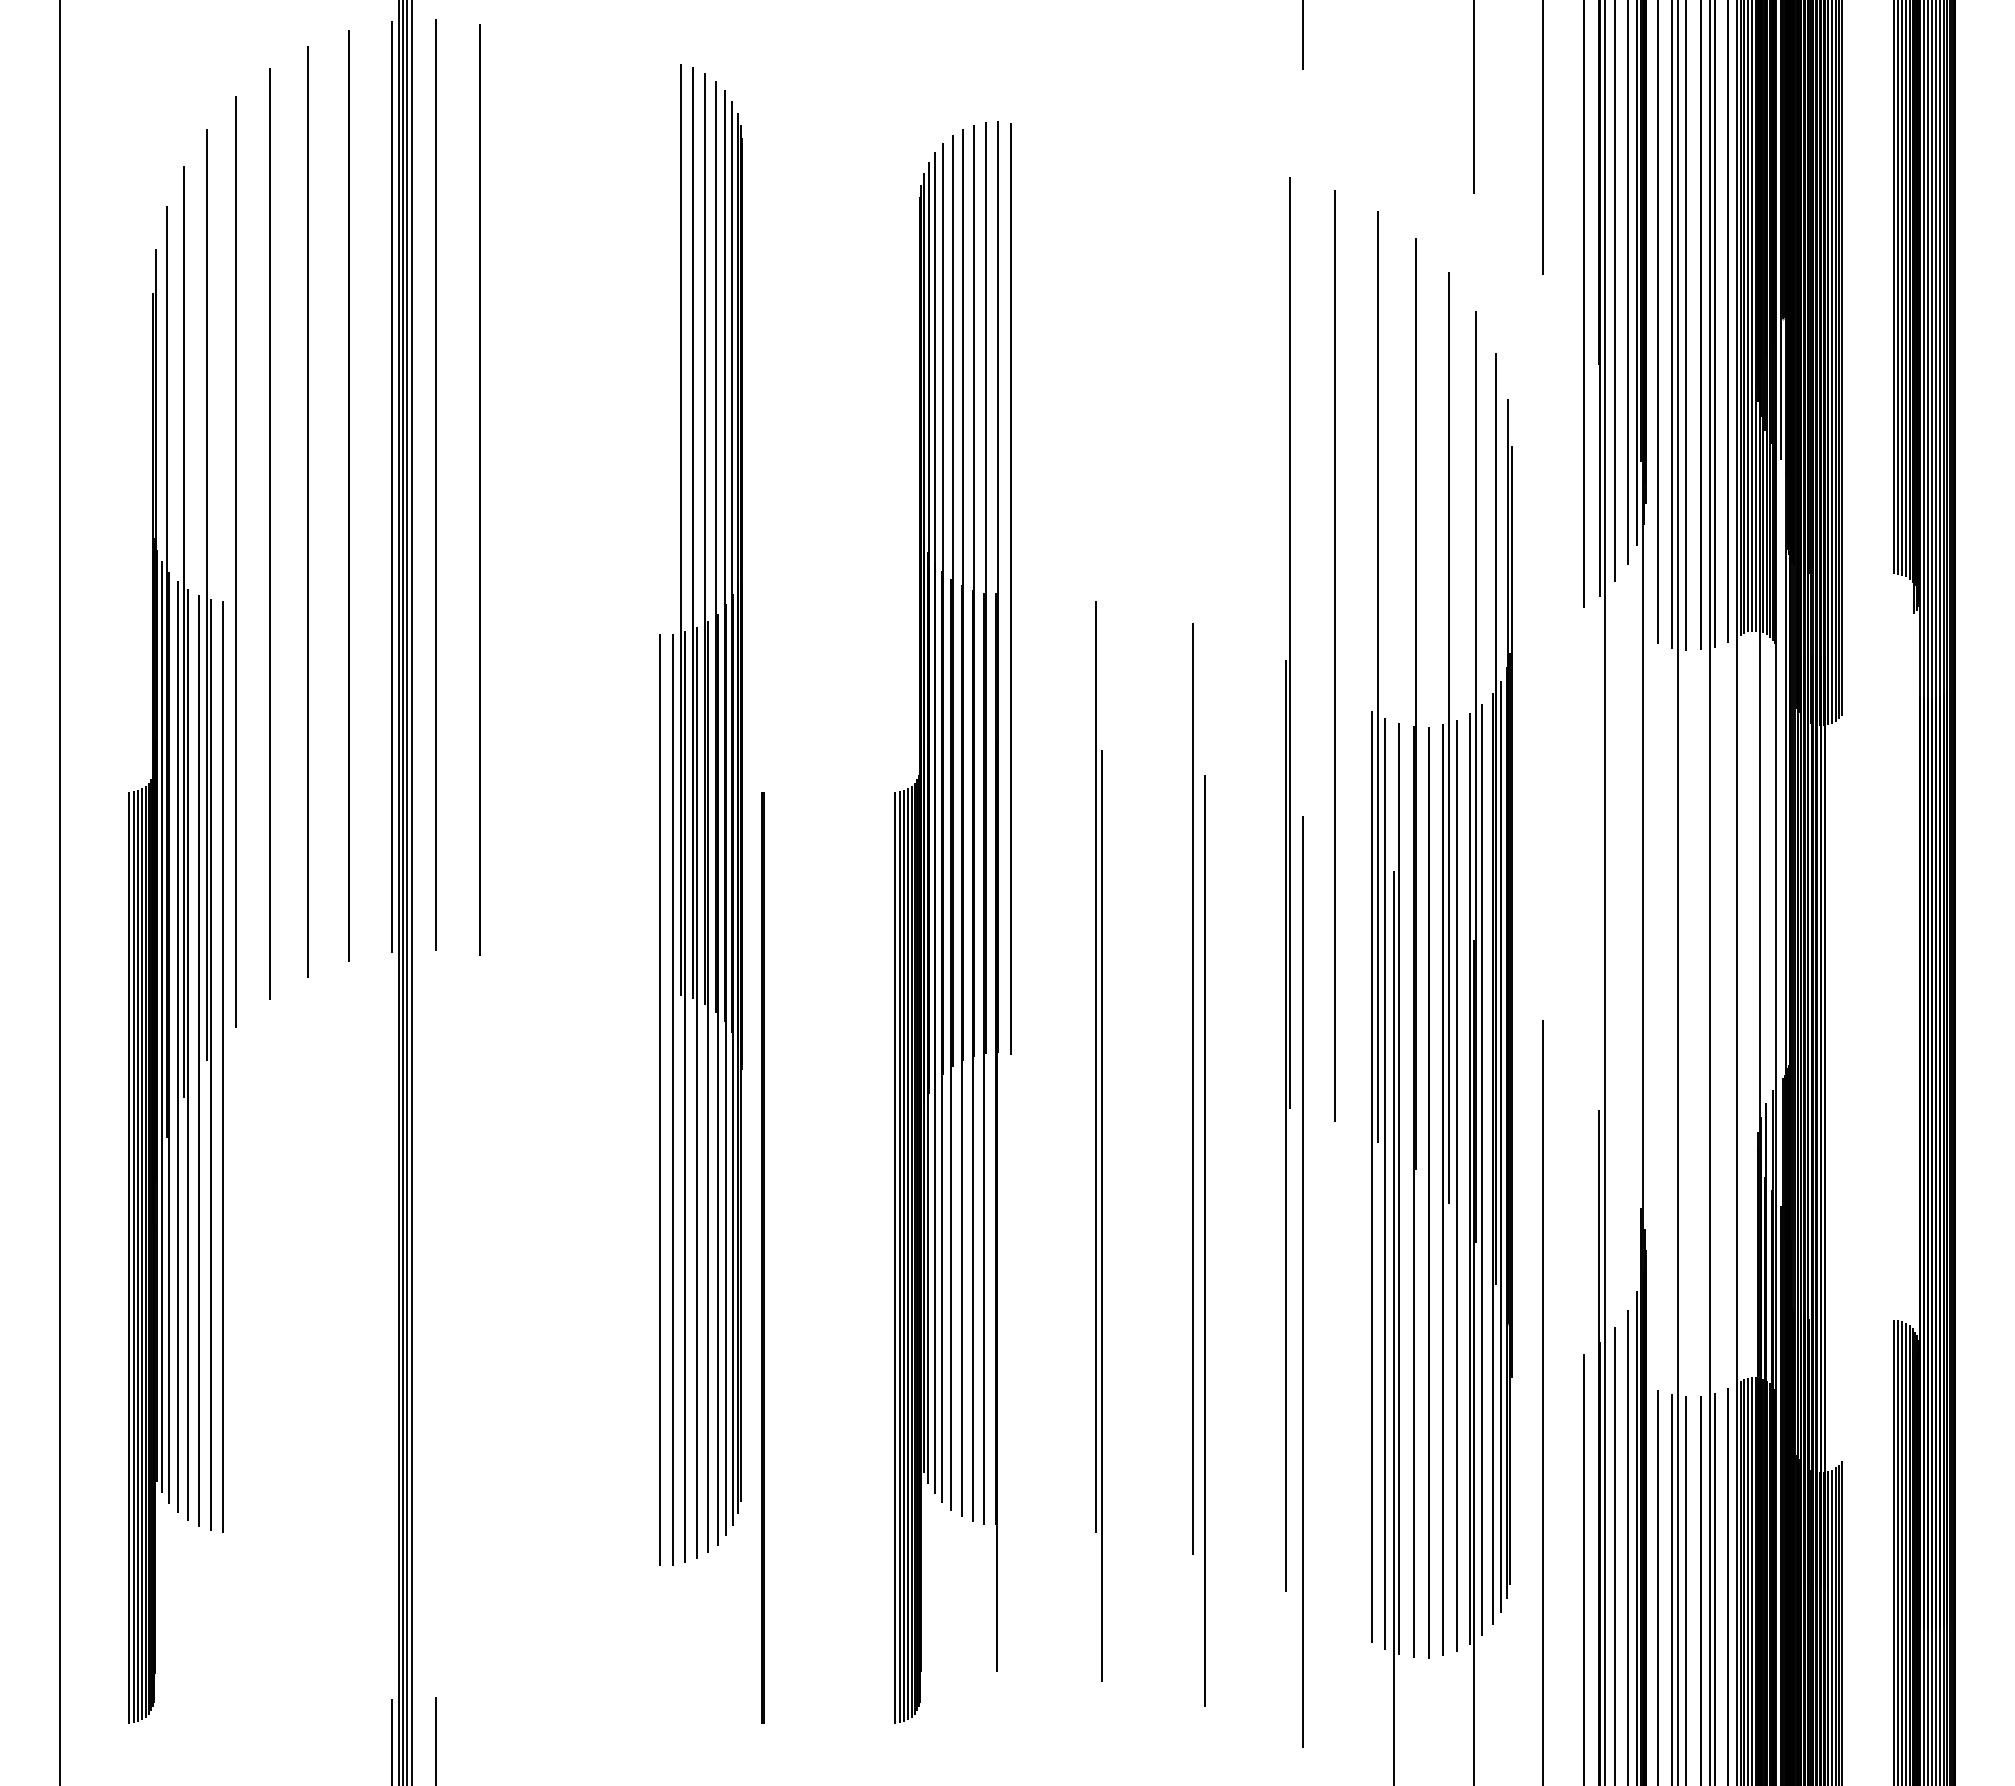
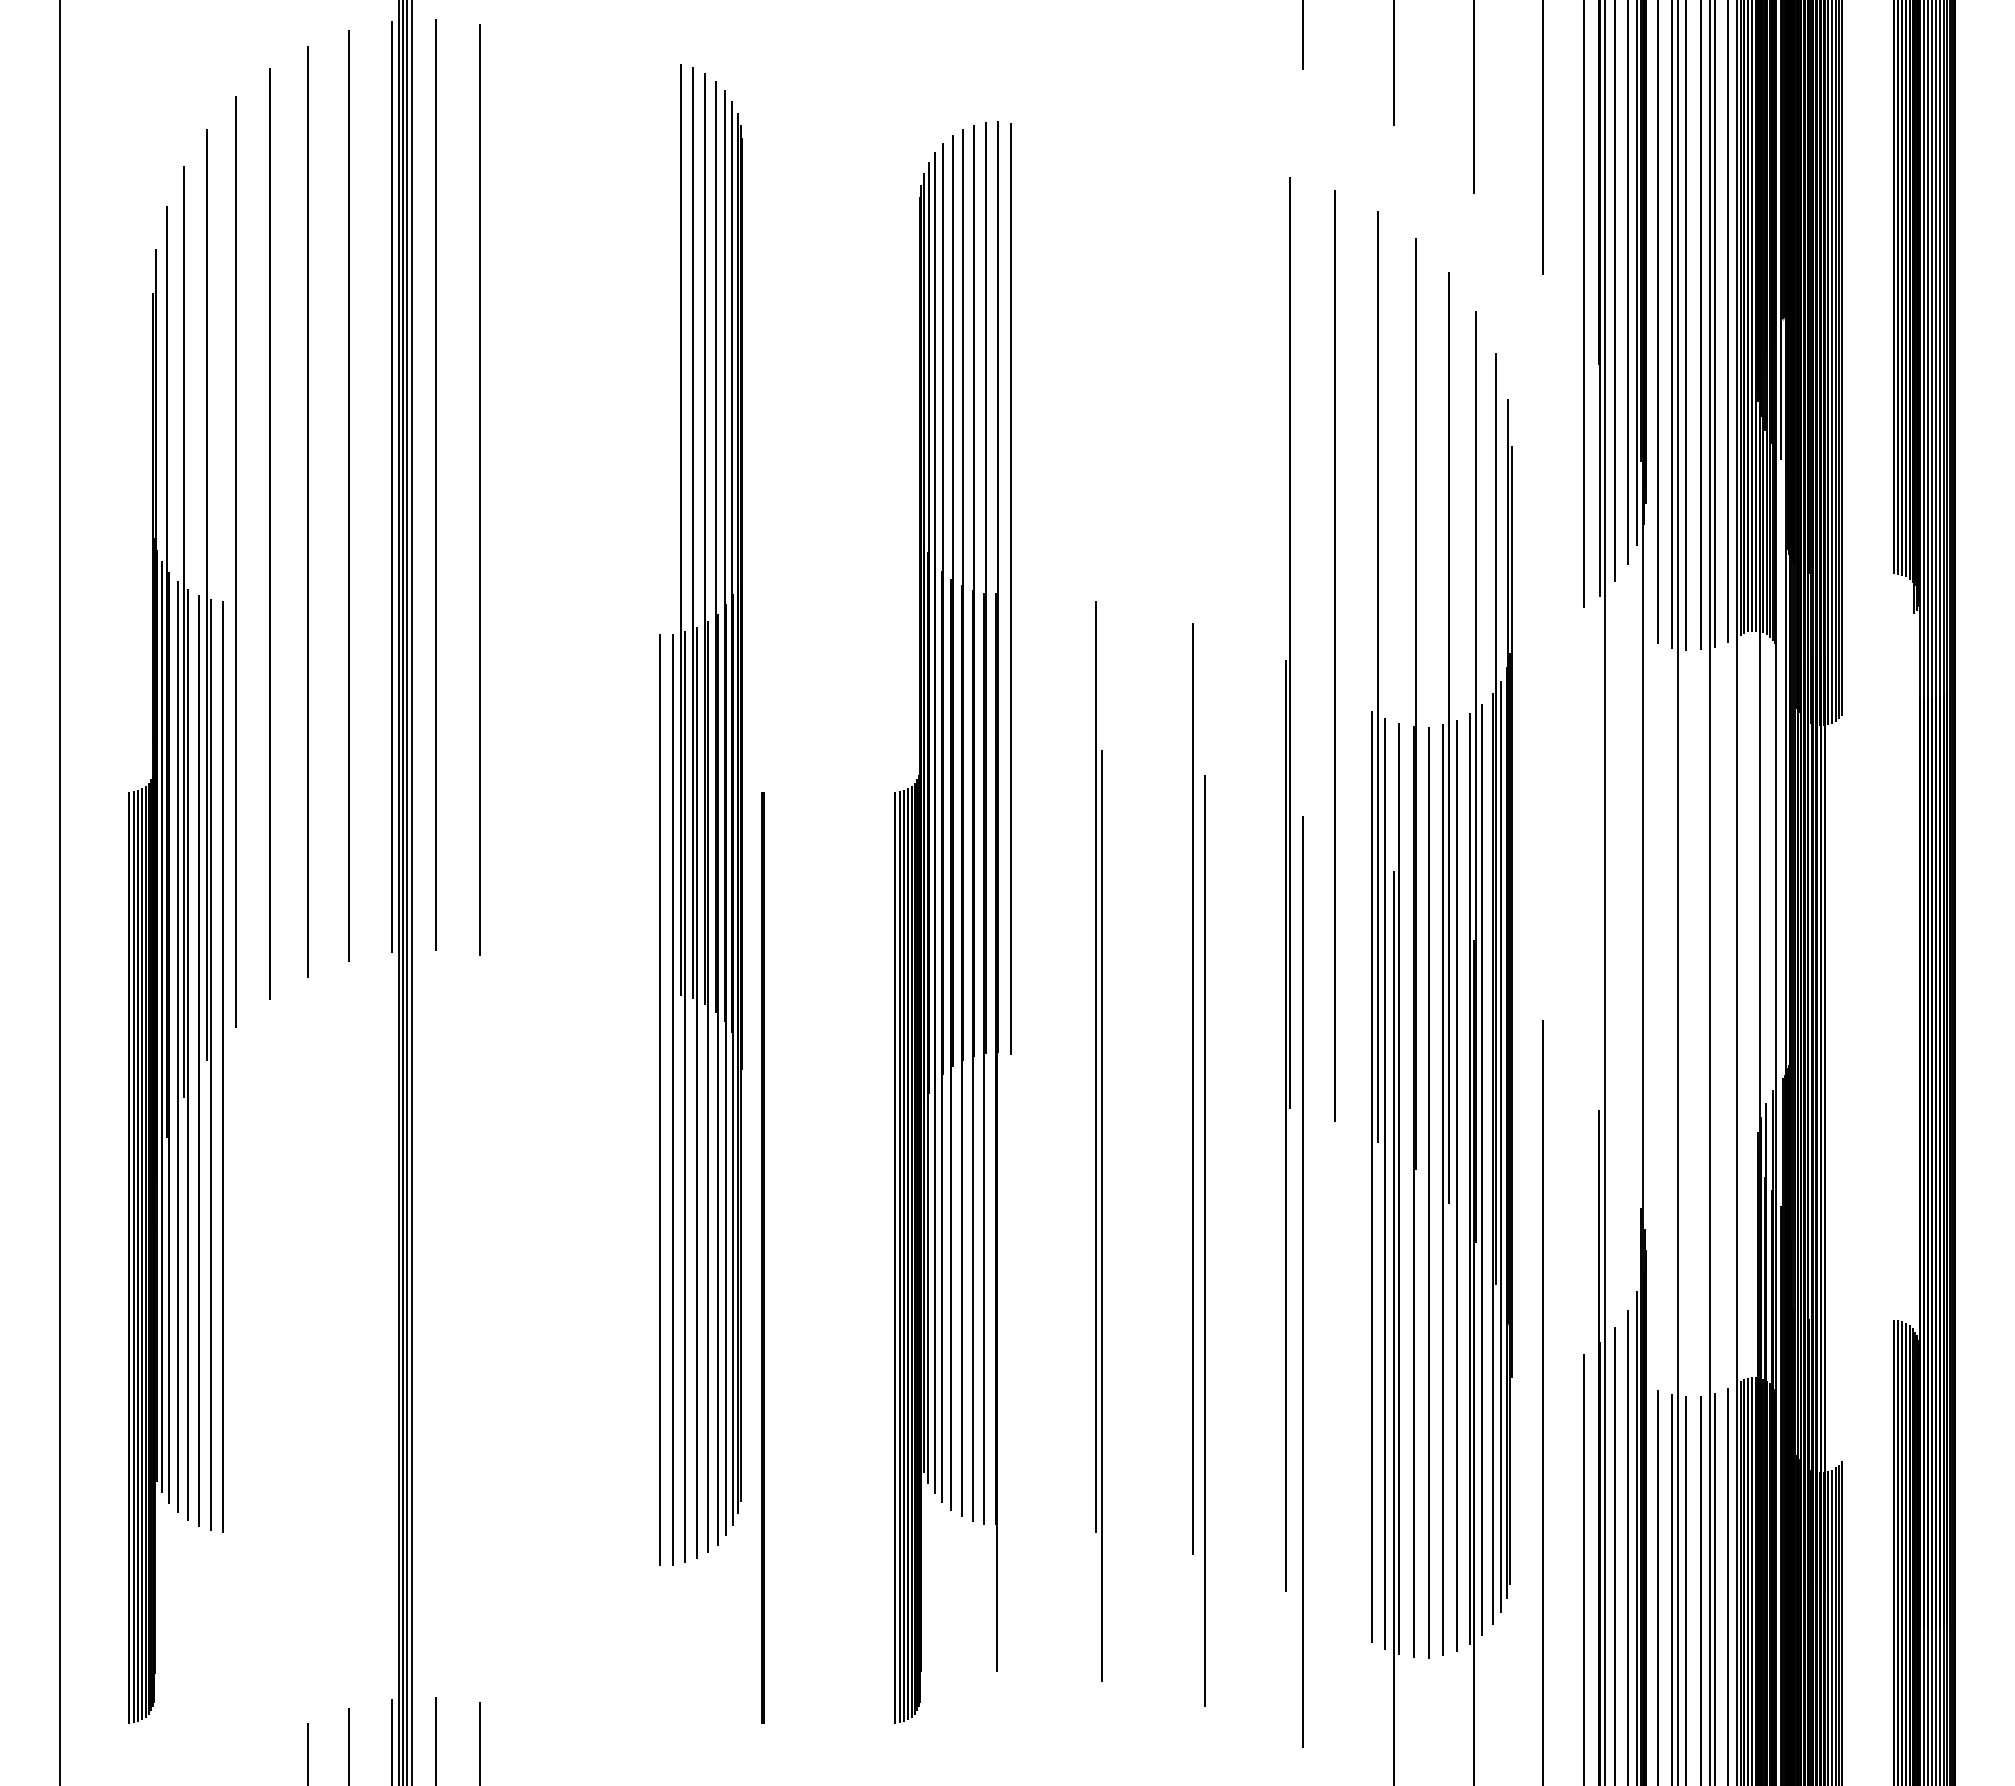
line at (1393, 63): none -> present
line at (479, 1741): none -> present
line at (349, 1744): none -> present
line at (308, 1752): none -> present
